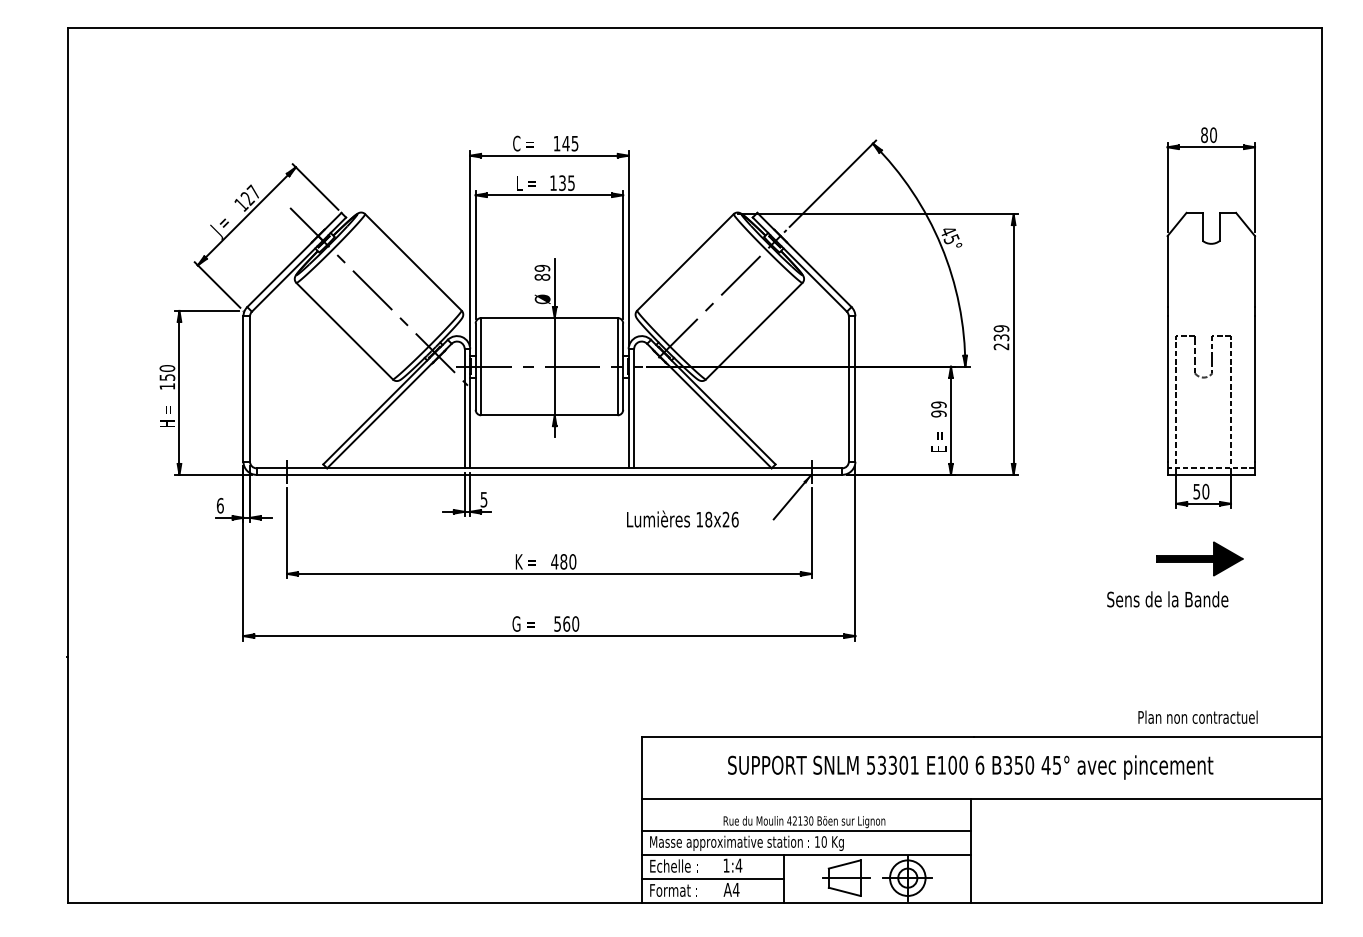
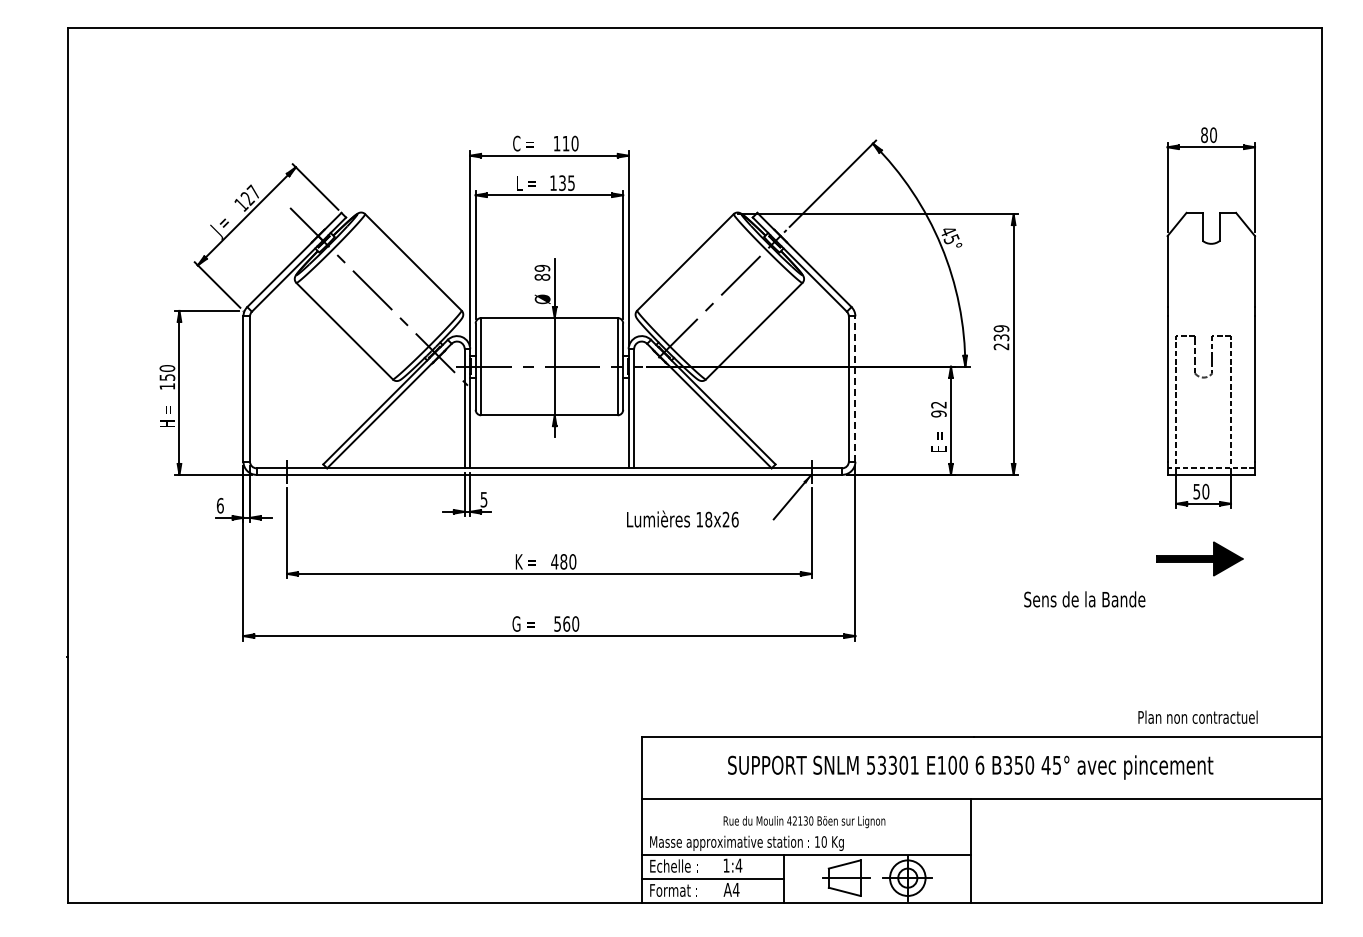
text at (570, 143): 145 -> 110
line at (855, 389): solid -> dashed
text at (938, 404): 99 -> 92
text at (1167, 599) position: (1167, 599) -> (1084, 599)
line at (805, 830): present -> none
